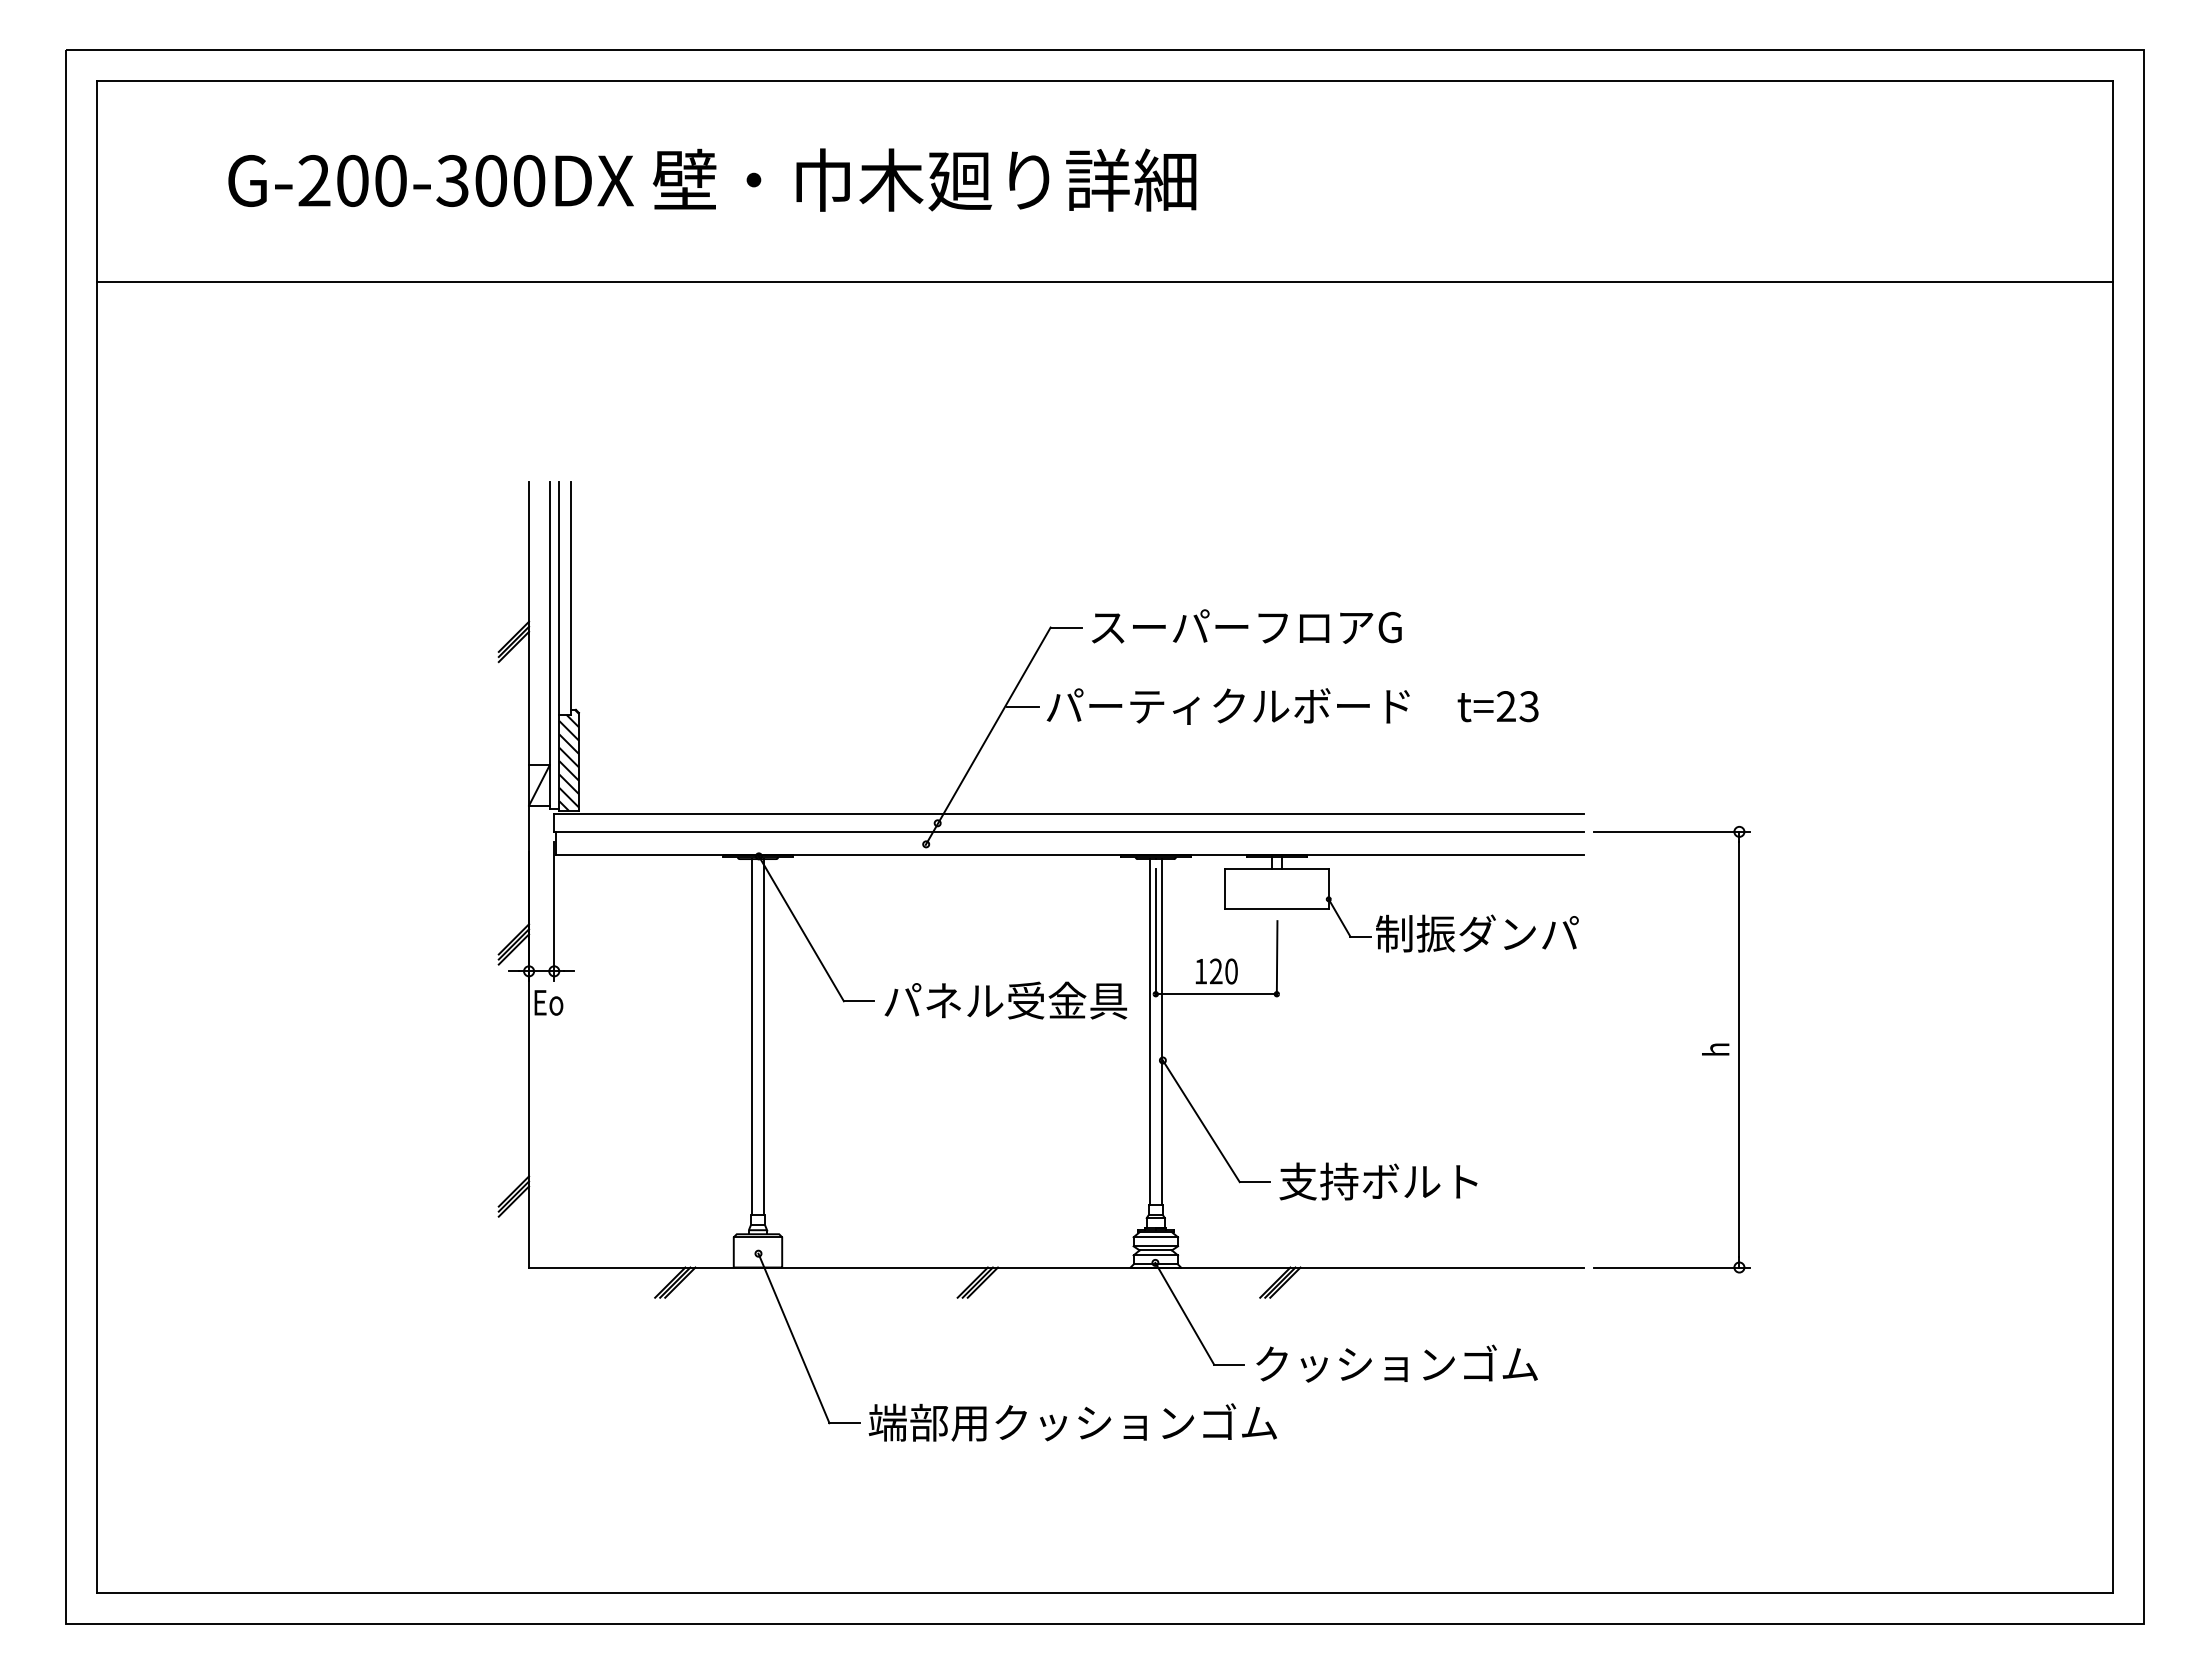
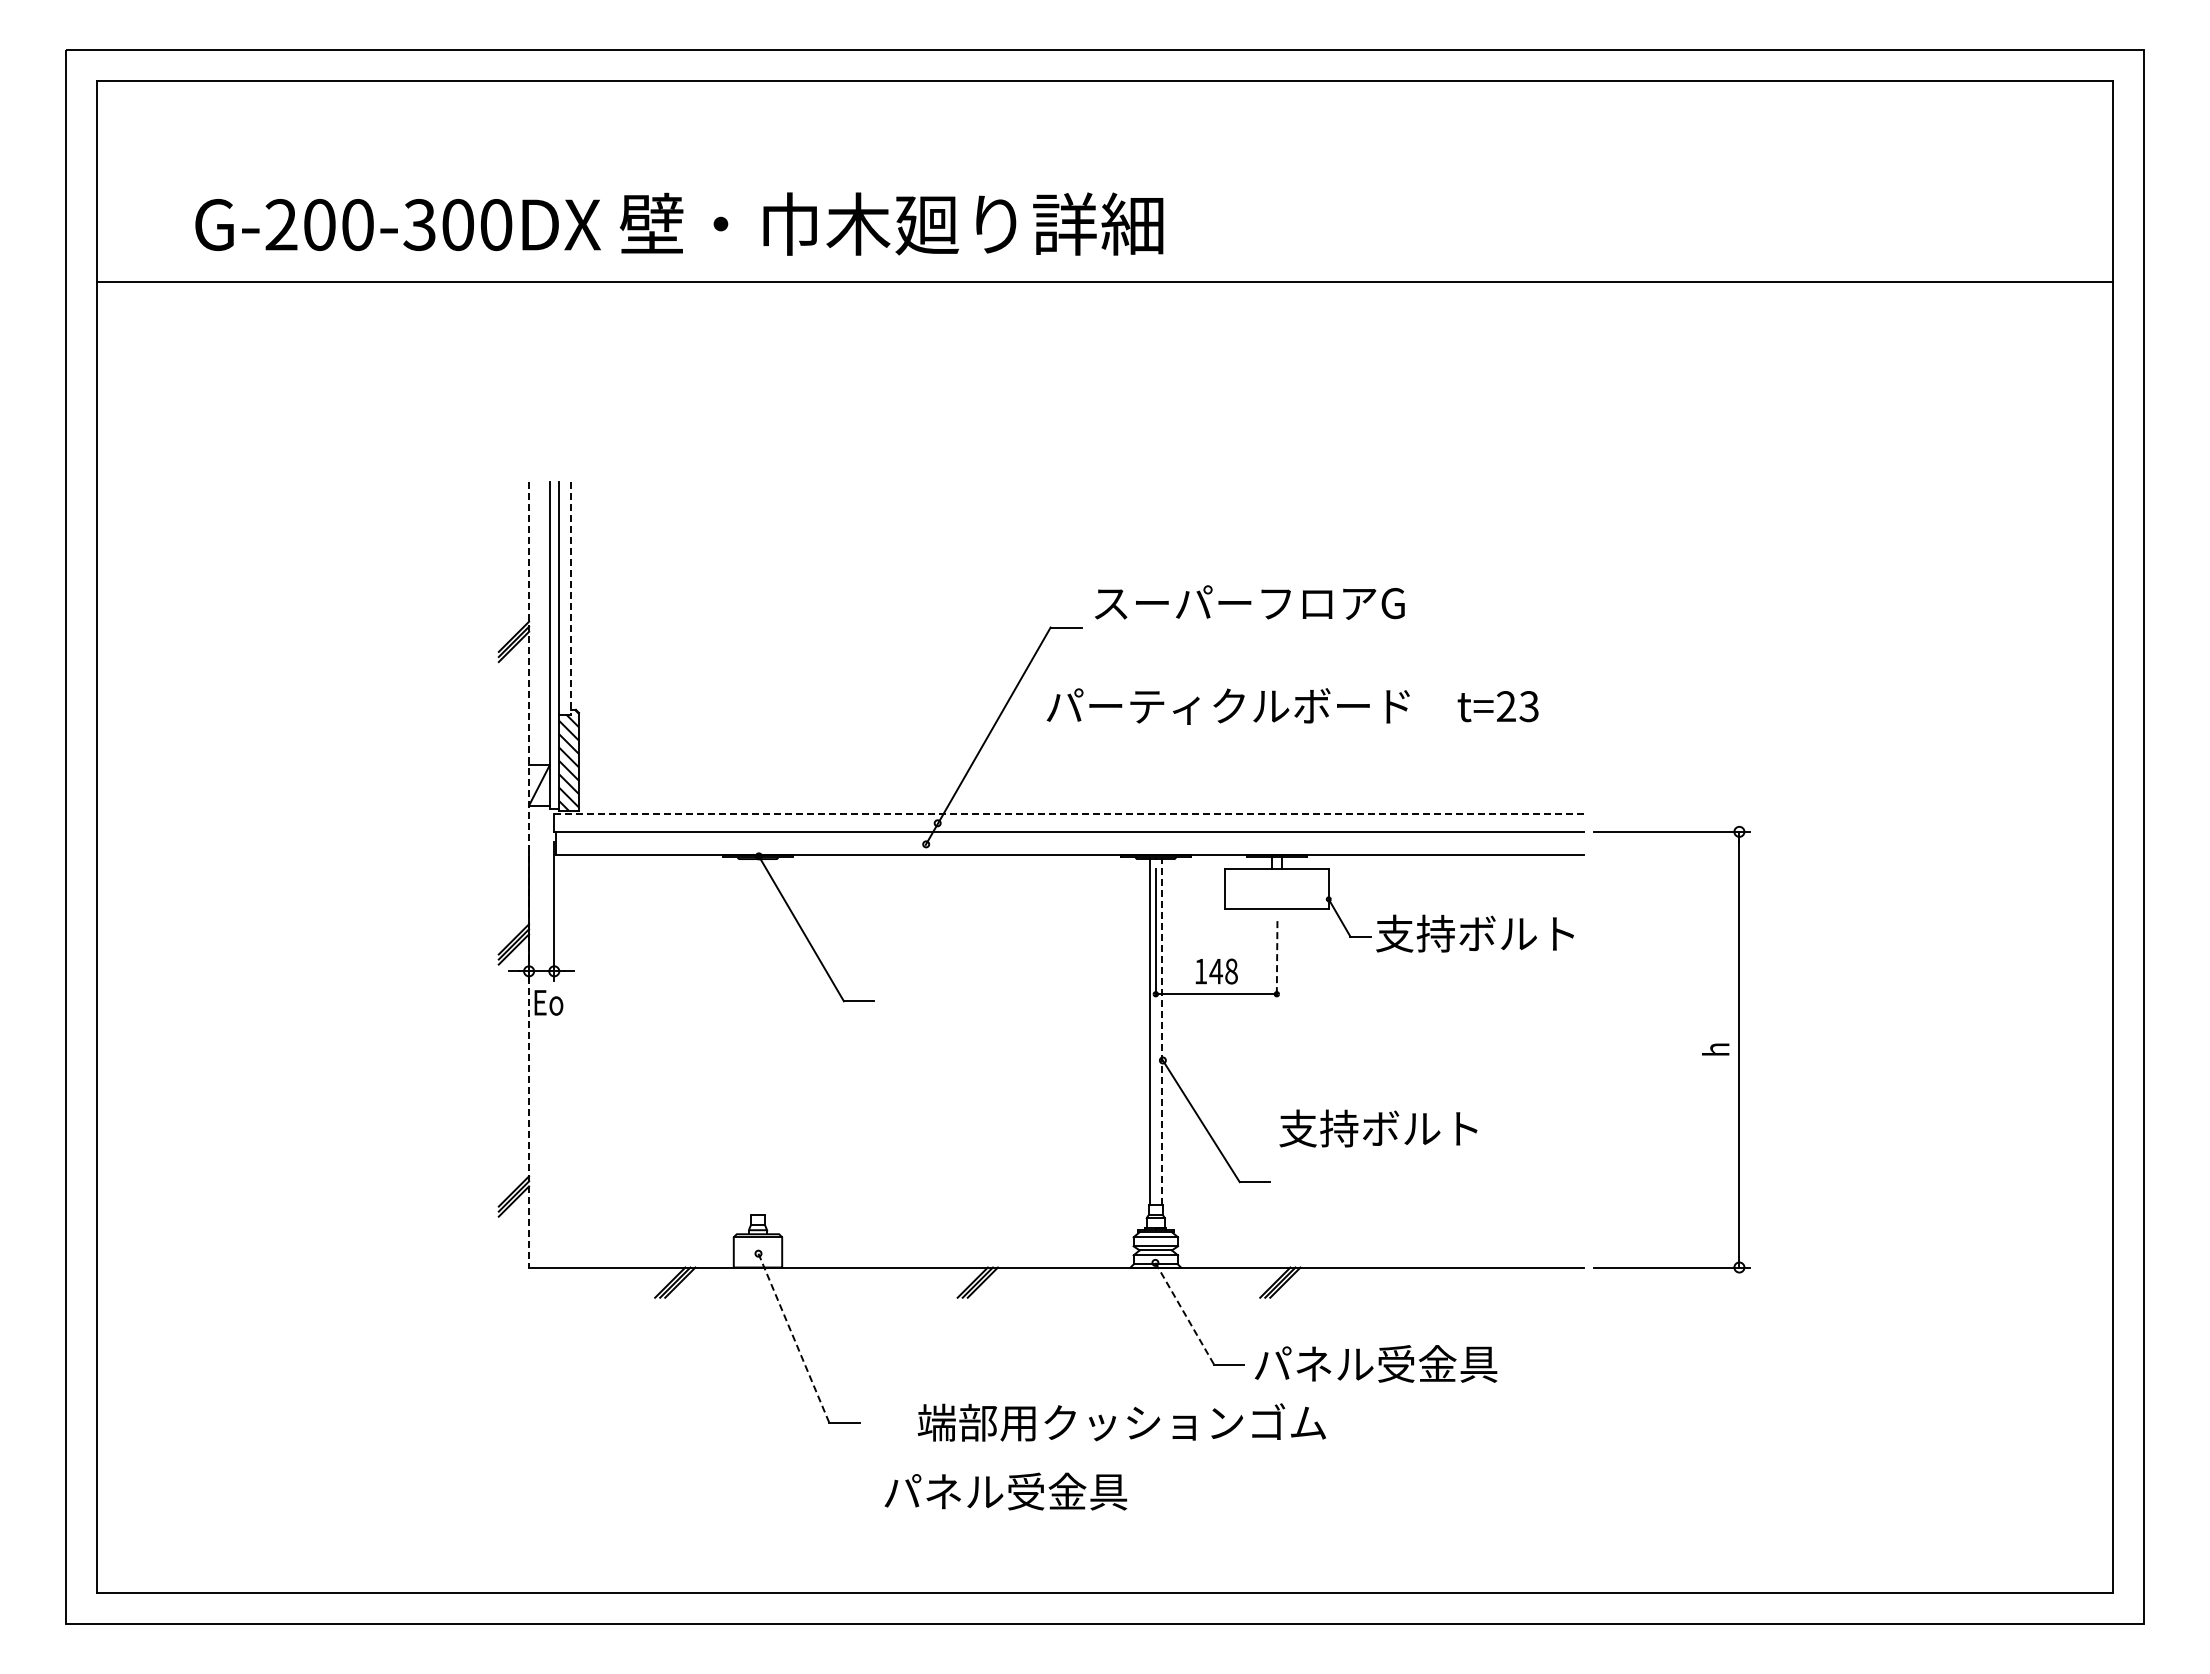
text at (712, 179) position: (712, 179) -> (679, 223)
line at (570, 599): solid -> dashed
text at (1246, 626) position: (1246, 626) -> (1249, 602)
line at (1022, 706): present -> none
line at (1069, 813): solid -> dashed
line at (529, 874): solid -> dashed
text at (1477, 933): 制振ダンパ -> 支持ボルト
line at (1277, 957): solid -> dashed
text at (1223, 971): 120 -> 148
text at (1005, 1000) position: (1005, 1000) -> (1005, 1491)
line at (1161, 1032): solid -> dashed
line at (751, 1037): present -> none
line at (764, 1037): present -> none
text at (1378, 1181) position: (1378, 1181) -> (1378, 1128)
line at (1184, 1313): solid -> dashed
line at (793, 1338): solid -> dashed
text at (1395, 1363): クッションゴム -> パネル受金具
text at (1072, 1422) position: (1072, 1422) -> (1121, 1422)
